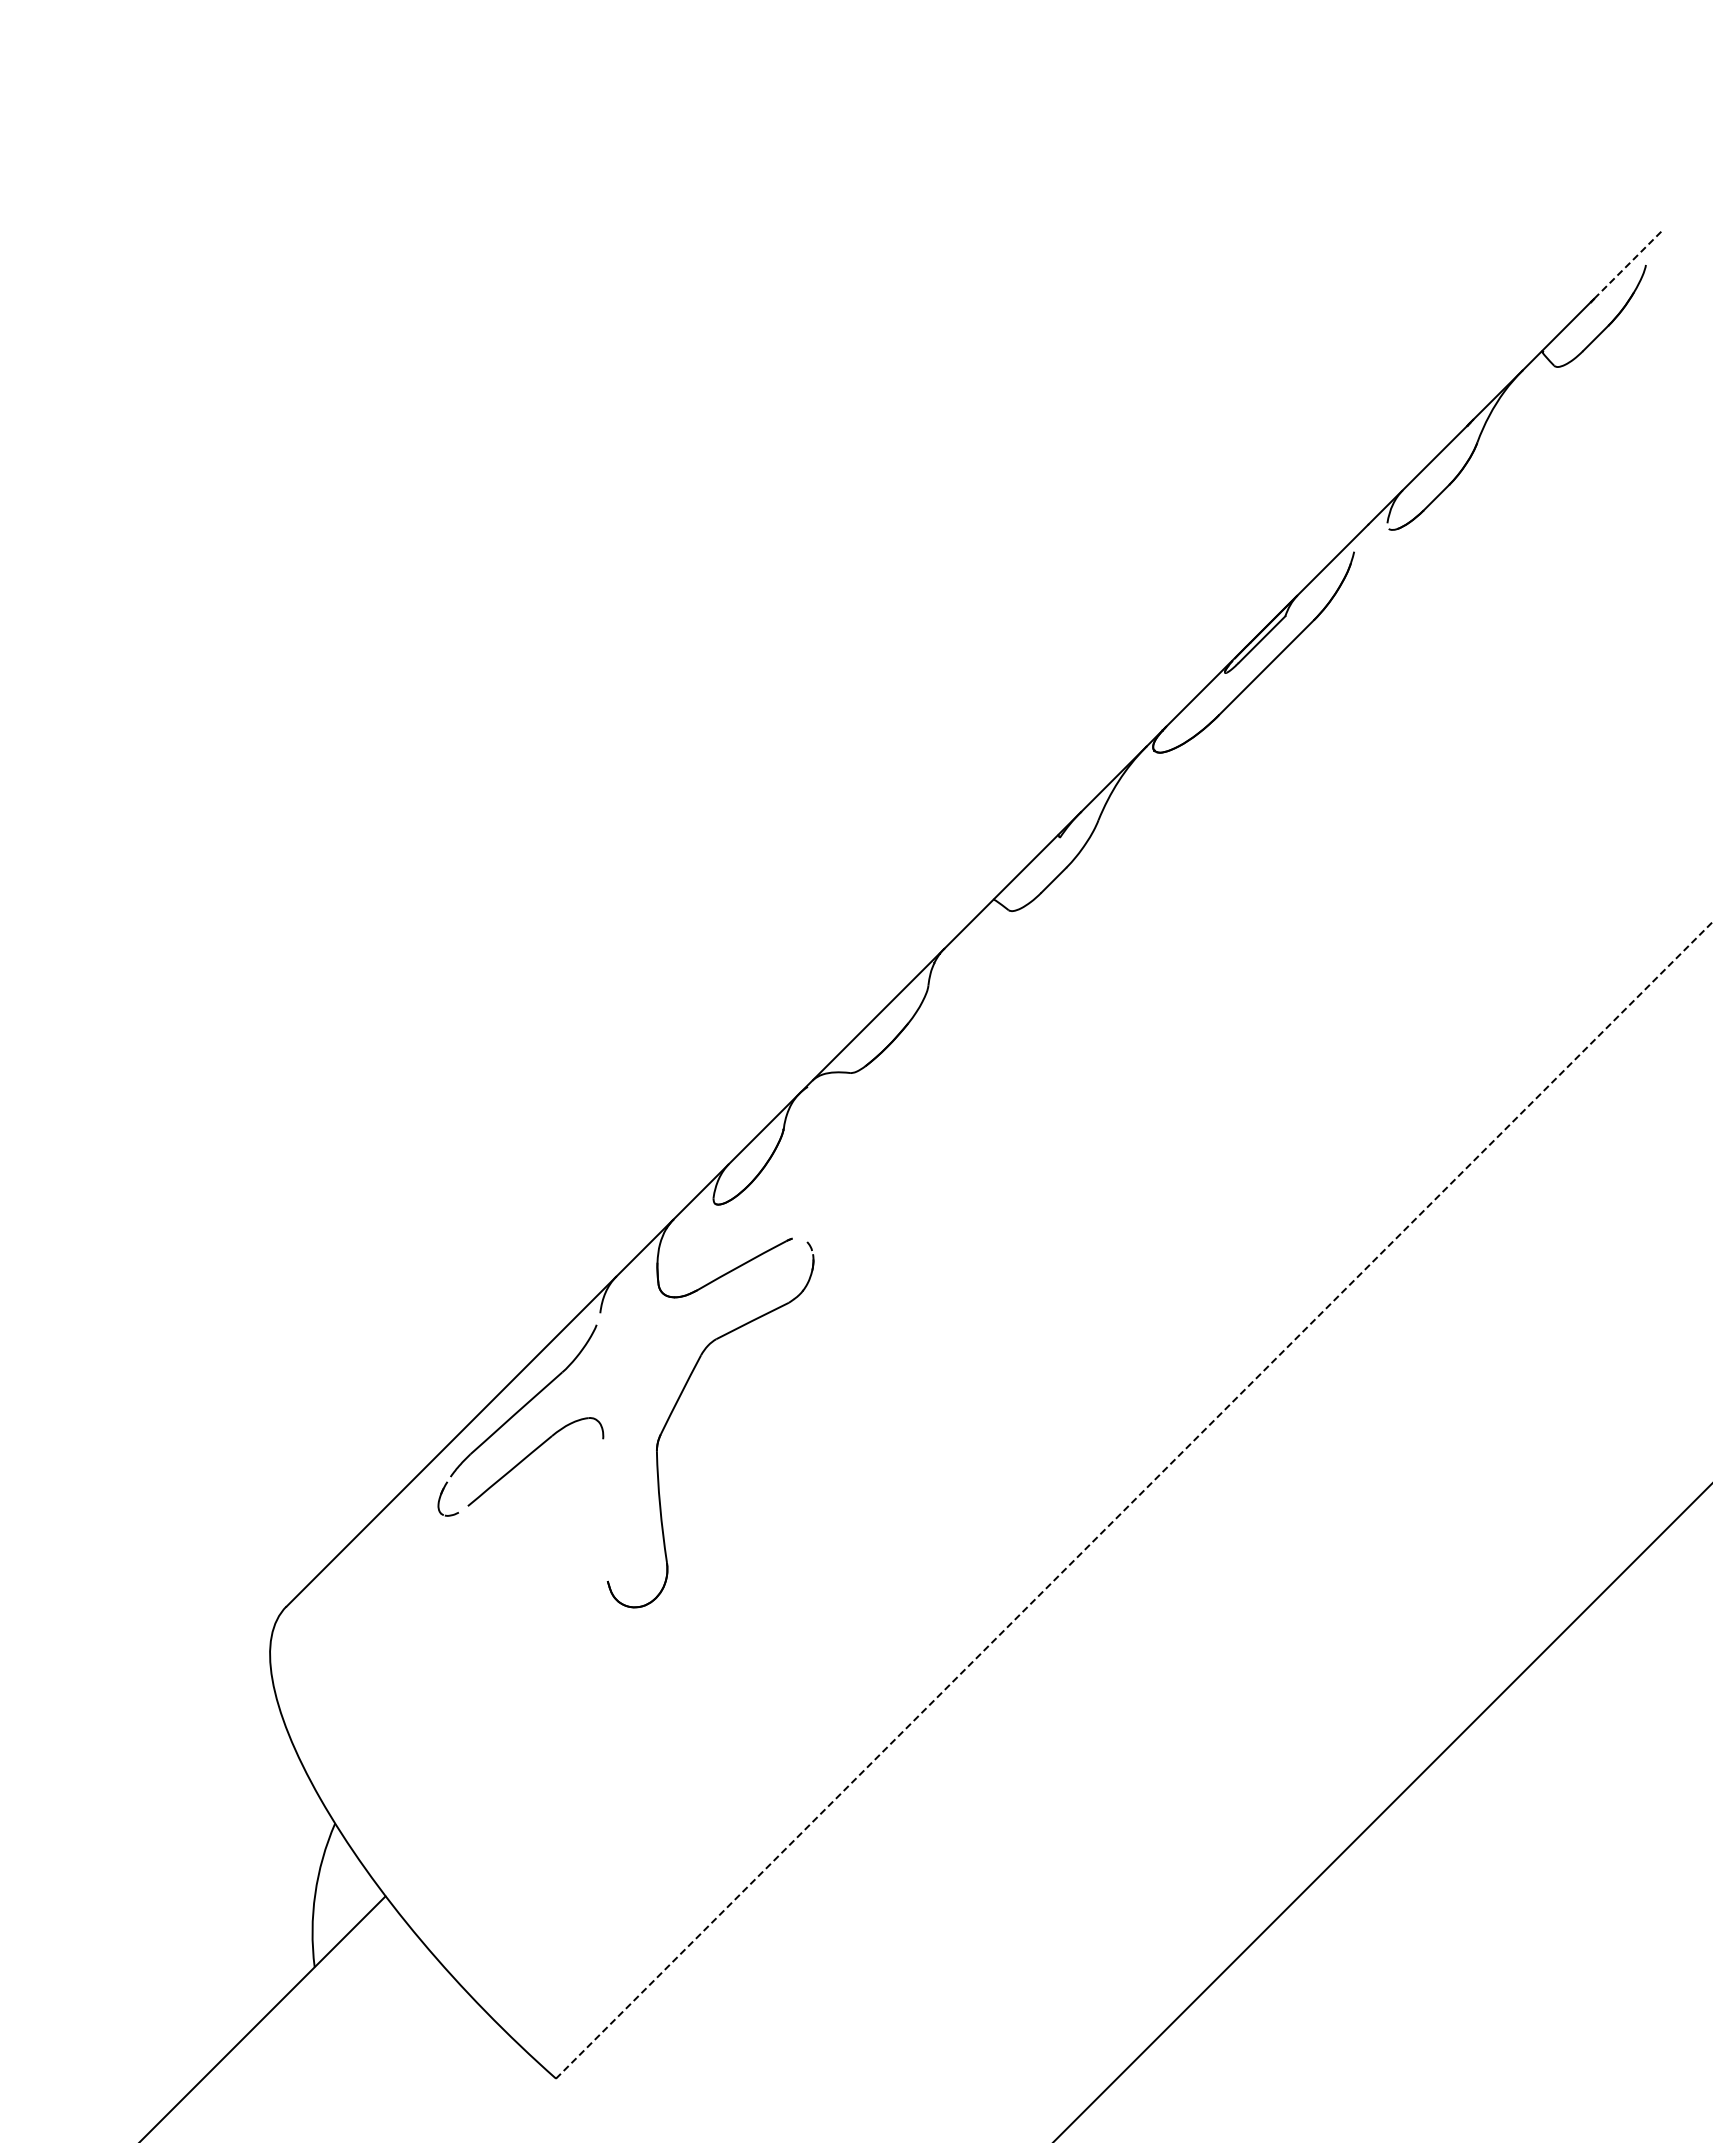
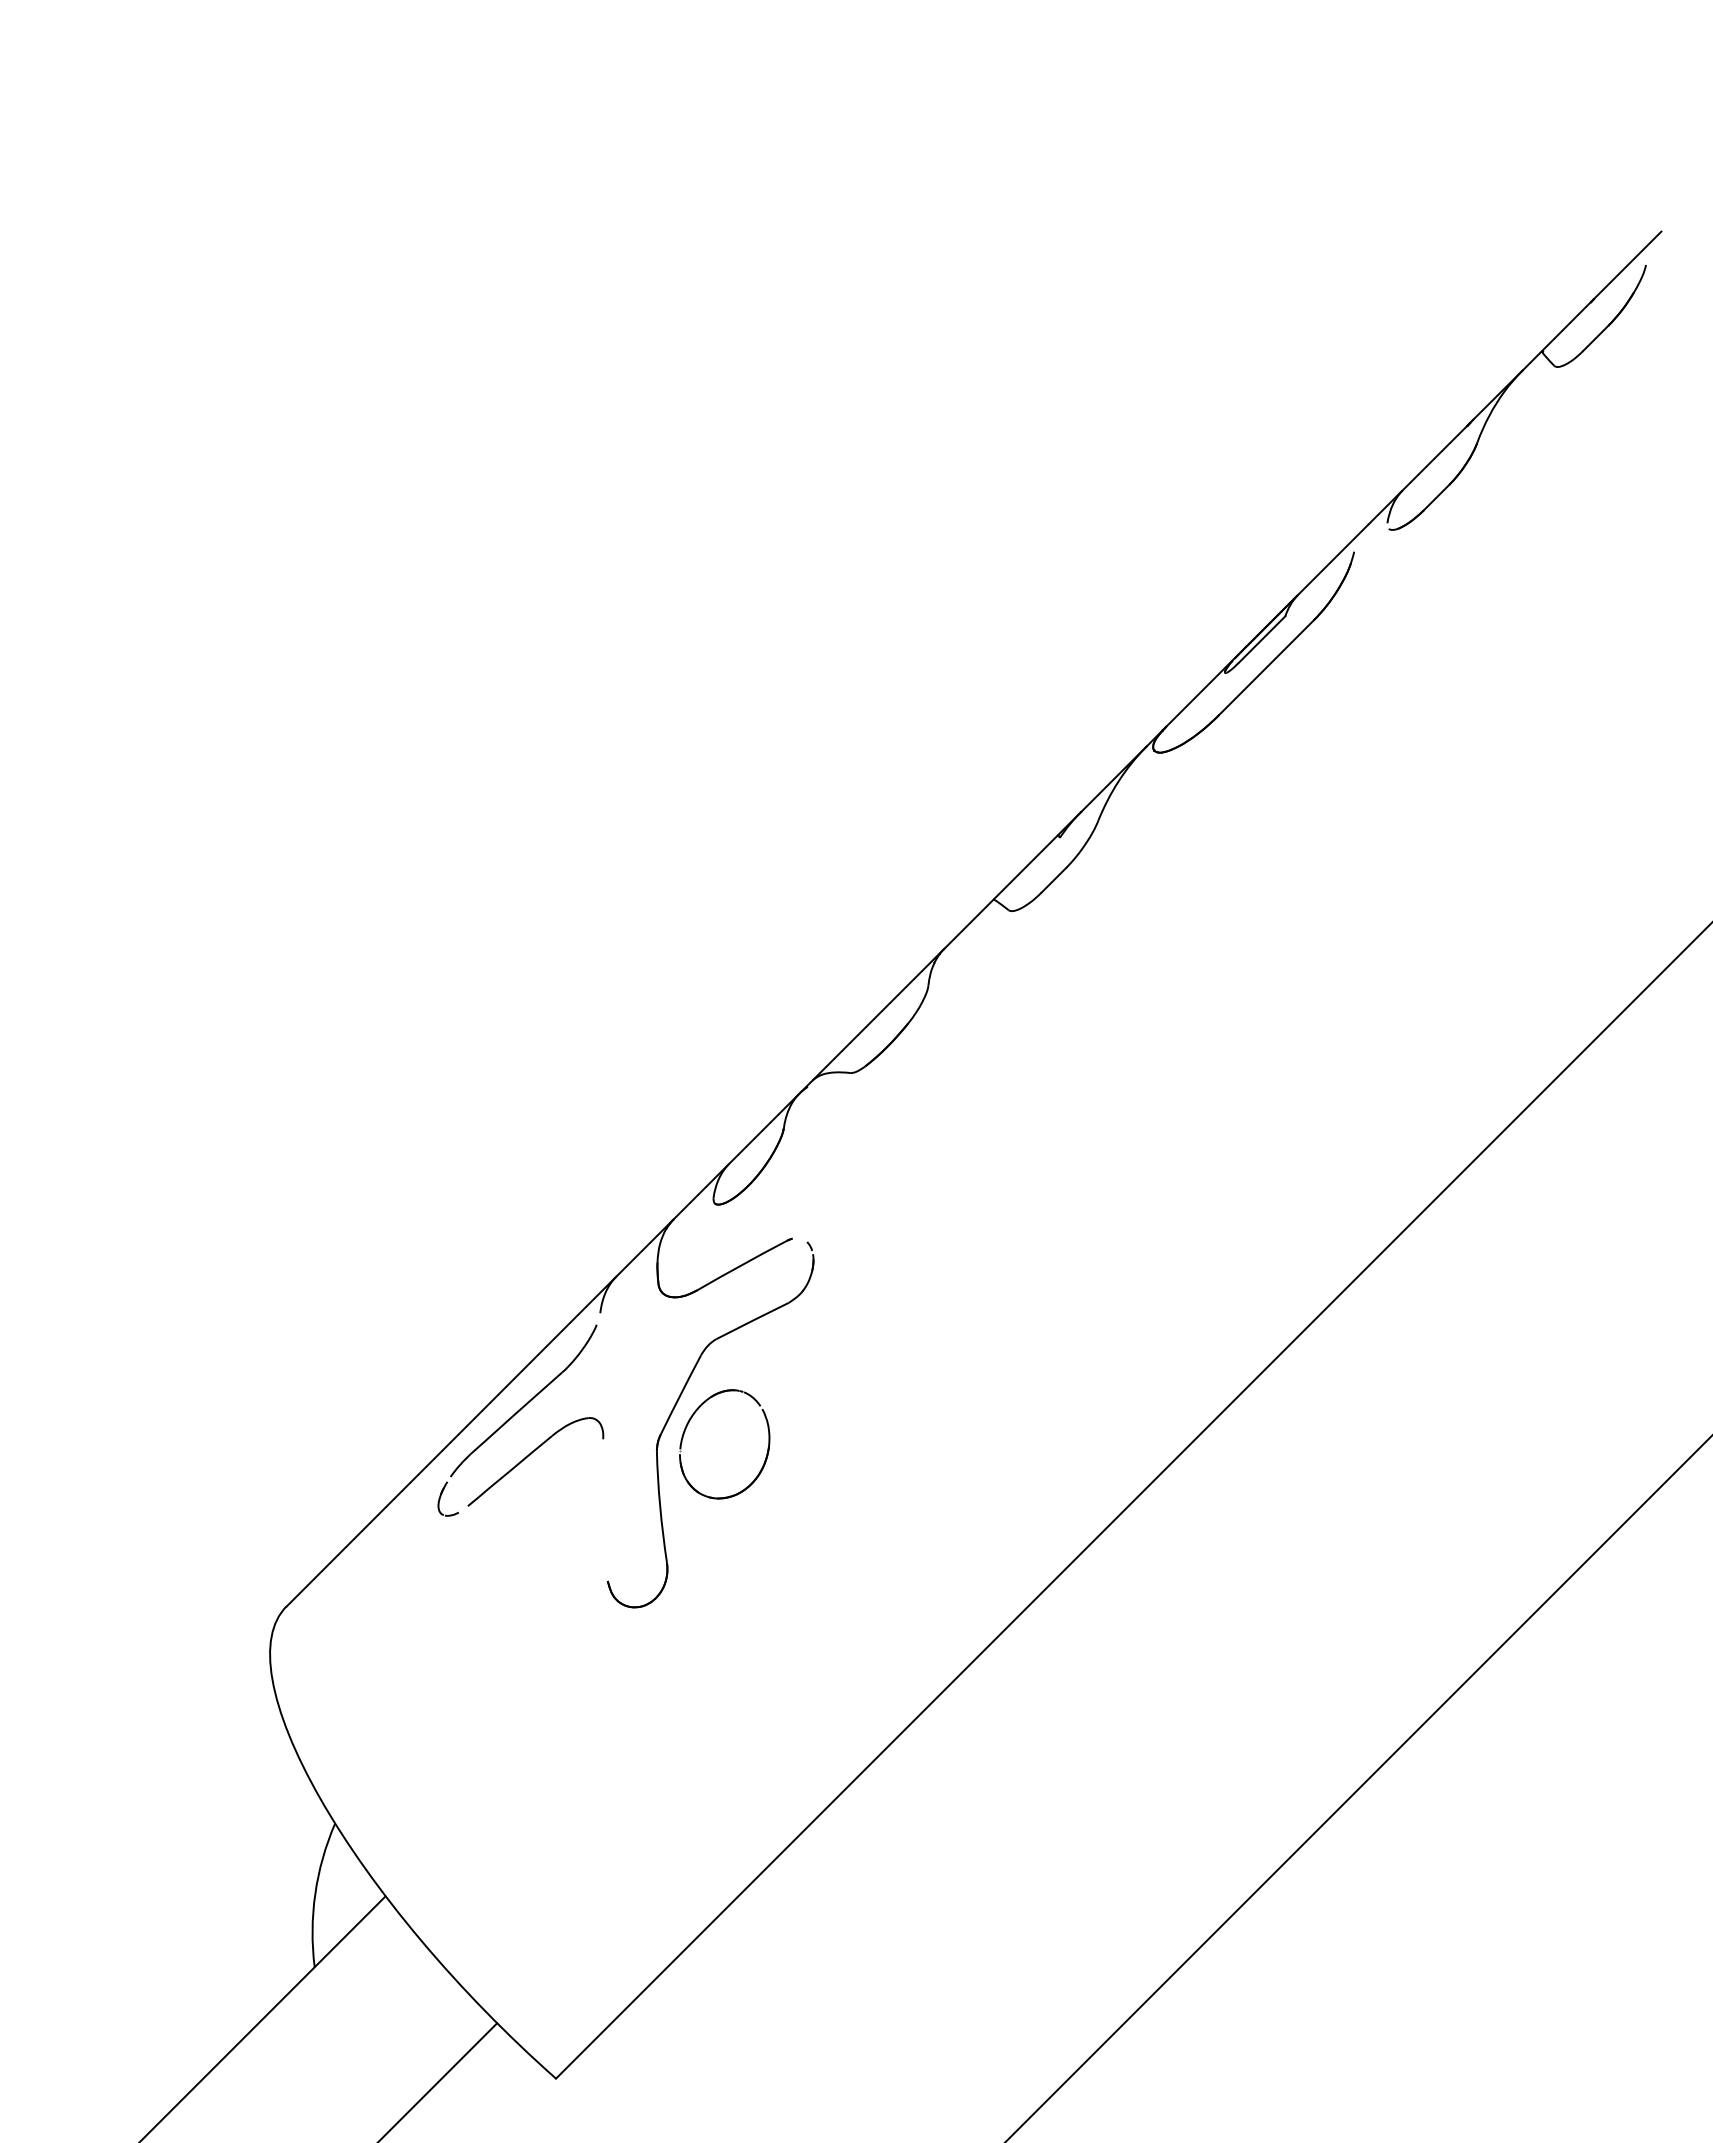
line at (1627, 265): dashed -> solid
part at (686, 1429): none -> present
line at (1134, 1500): dashed -> solid
line at (1382, 1812) position: (1382, 1812) -> (1358, 1788)
line at (438, 2081): none -> present
